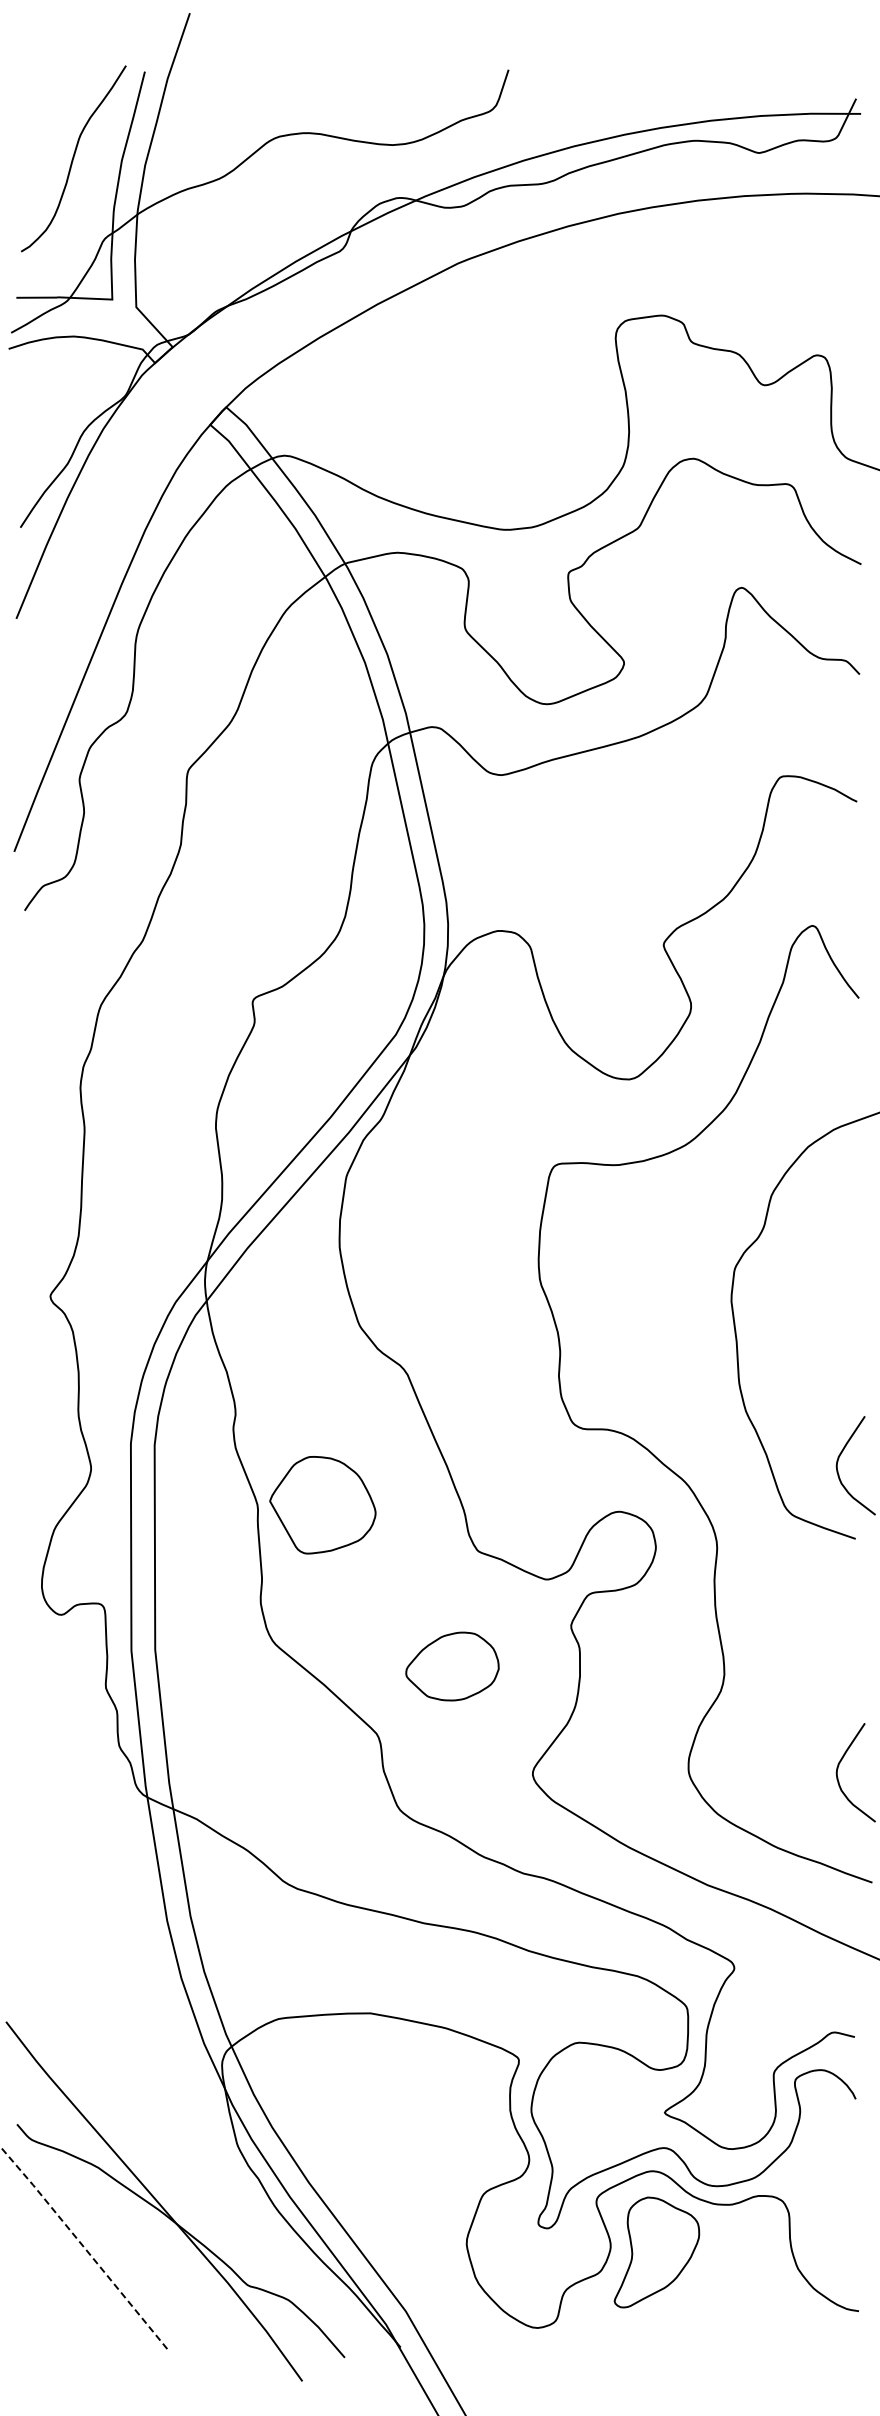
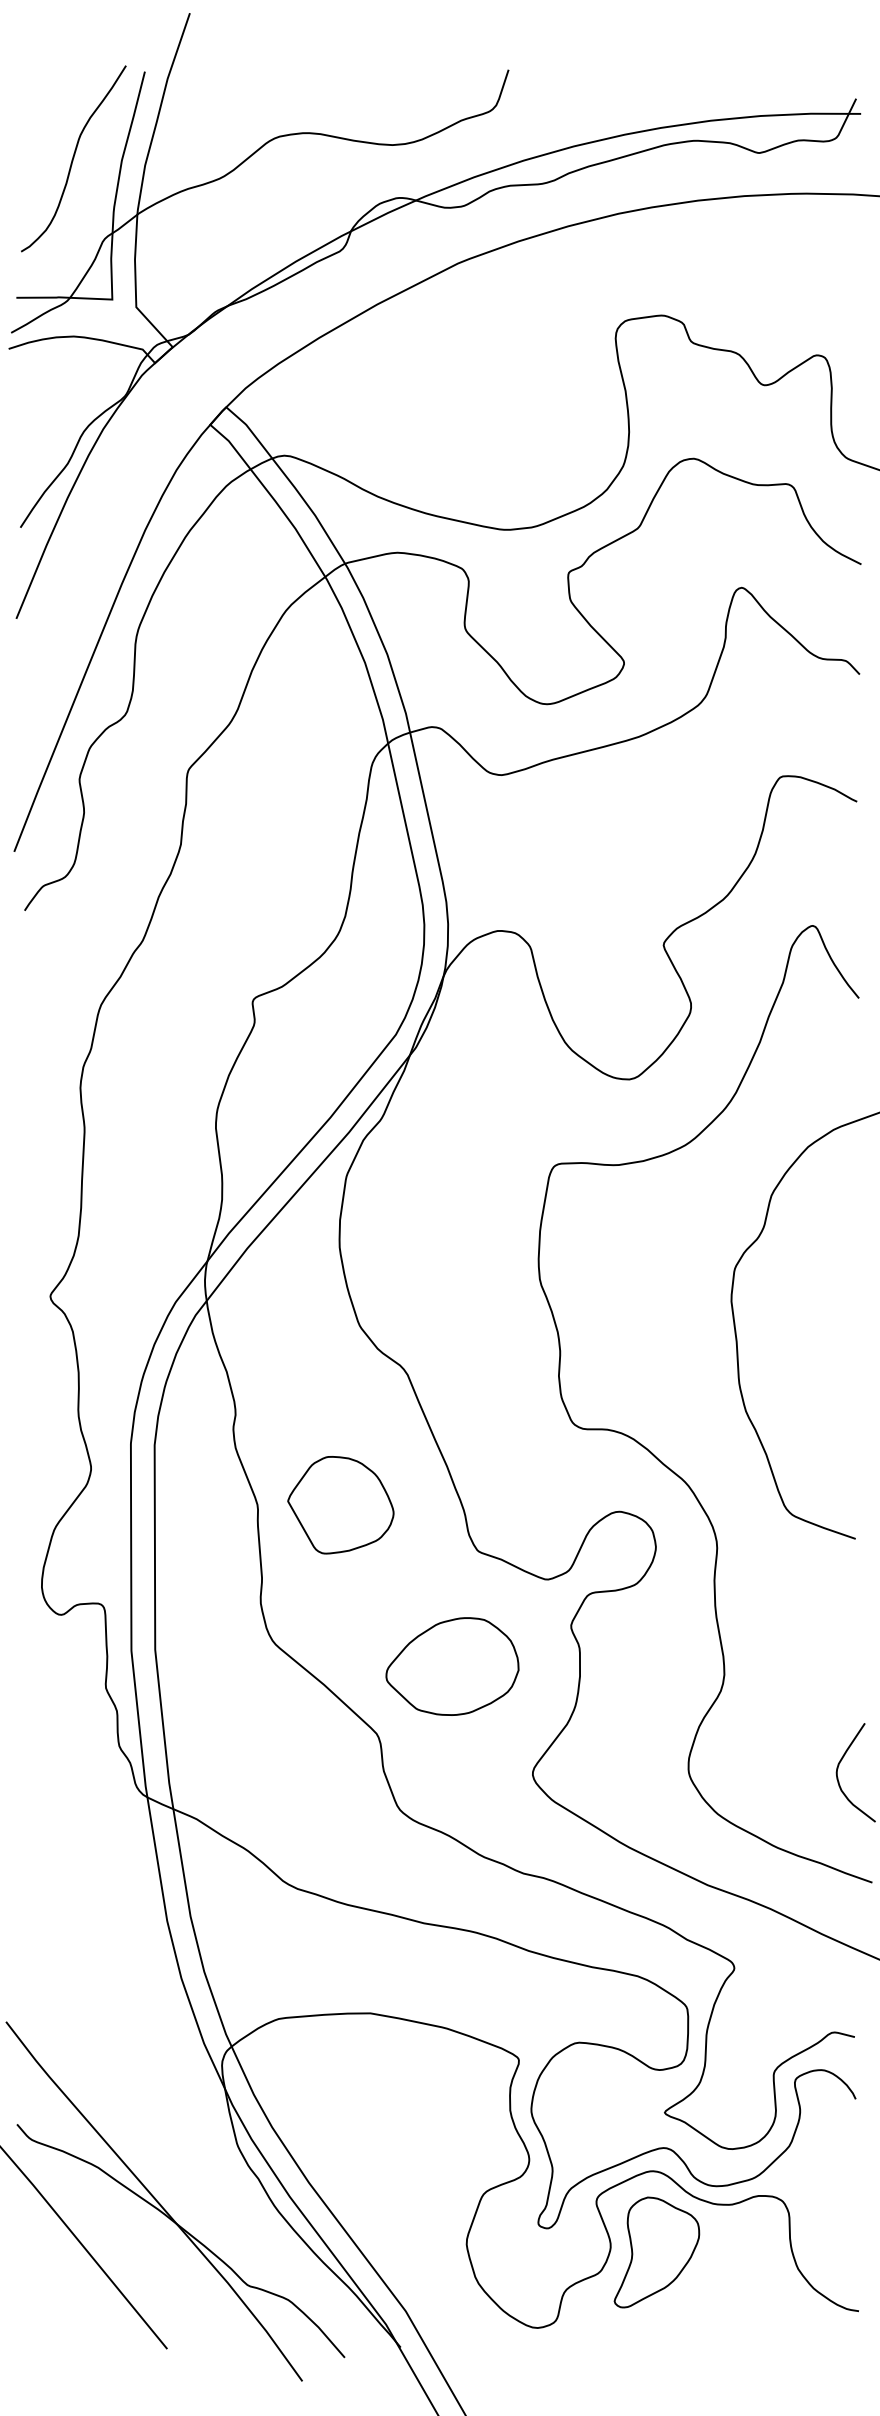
curve at (839, 1458): present -> none
part at (322, 1505) position: (322, 1505) -> (340, 1505)
part at (452, 1666) size: 95x71 px -> 135x99 px
line at (83, 2246): dashed -> solid
